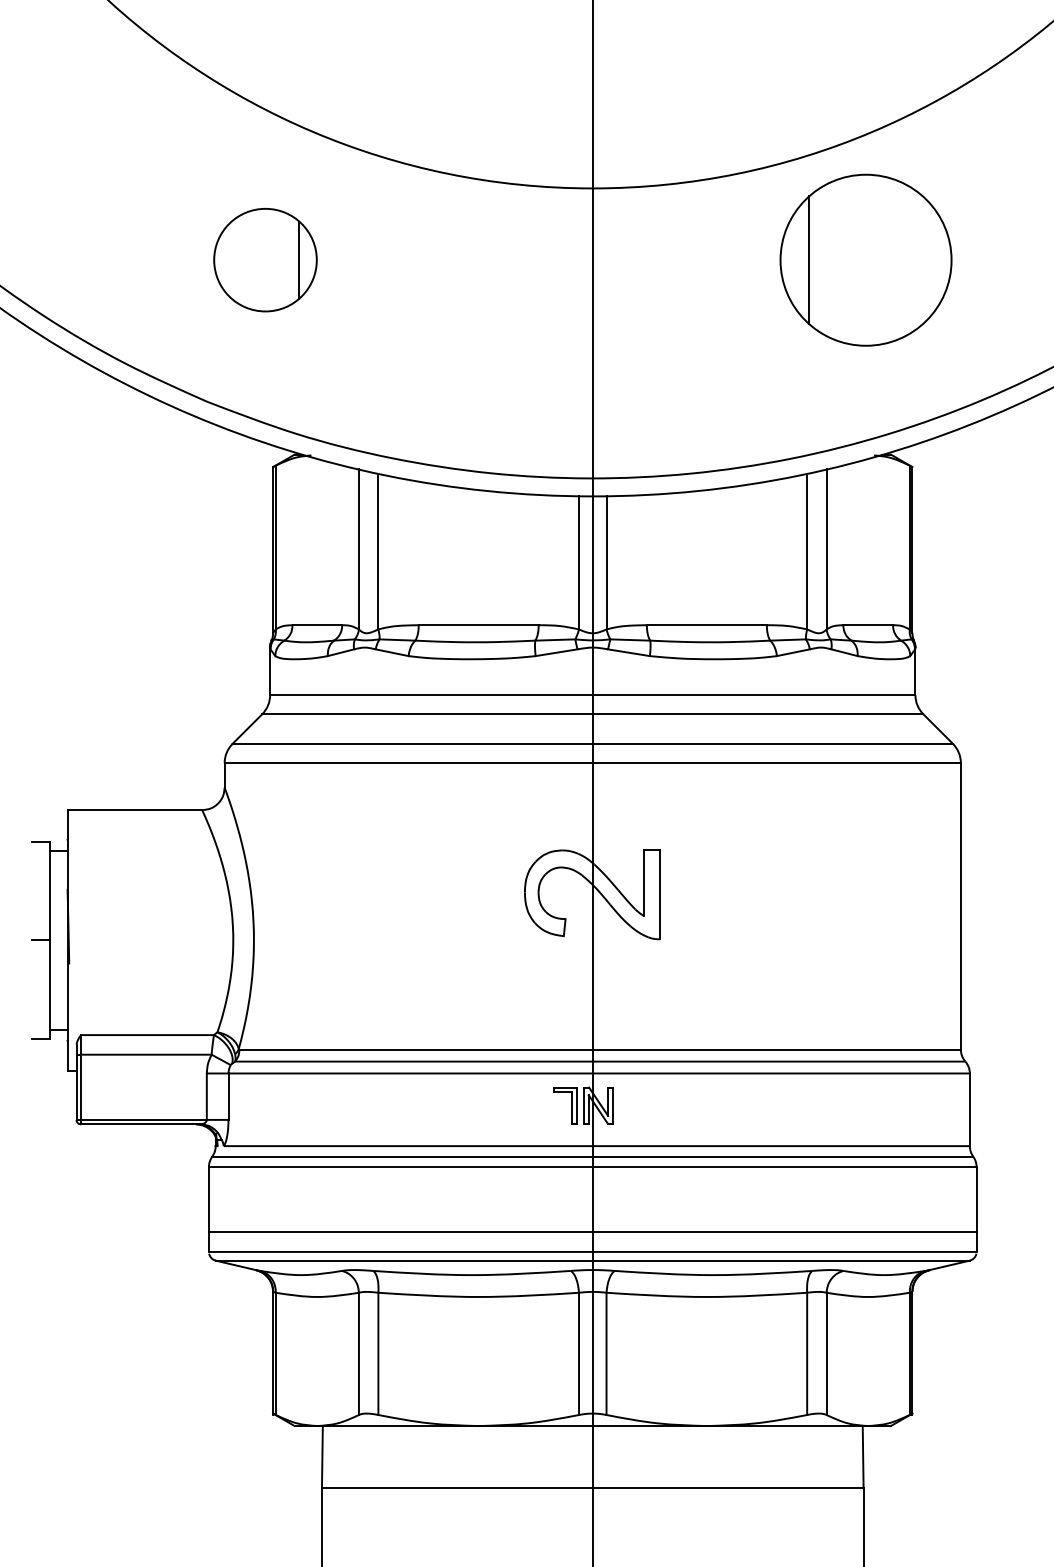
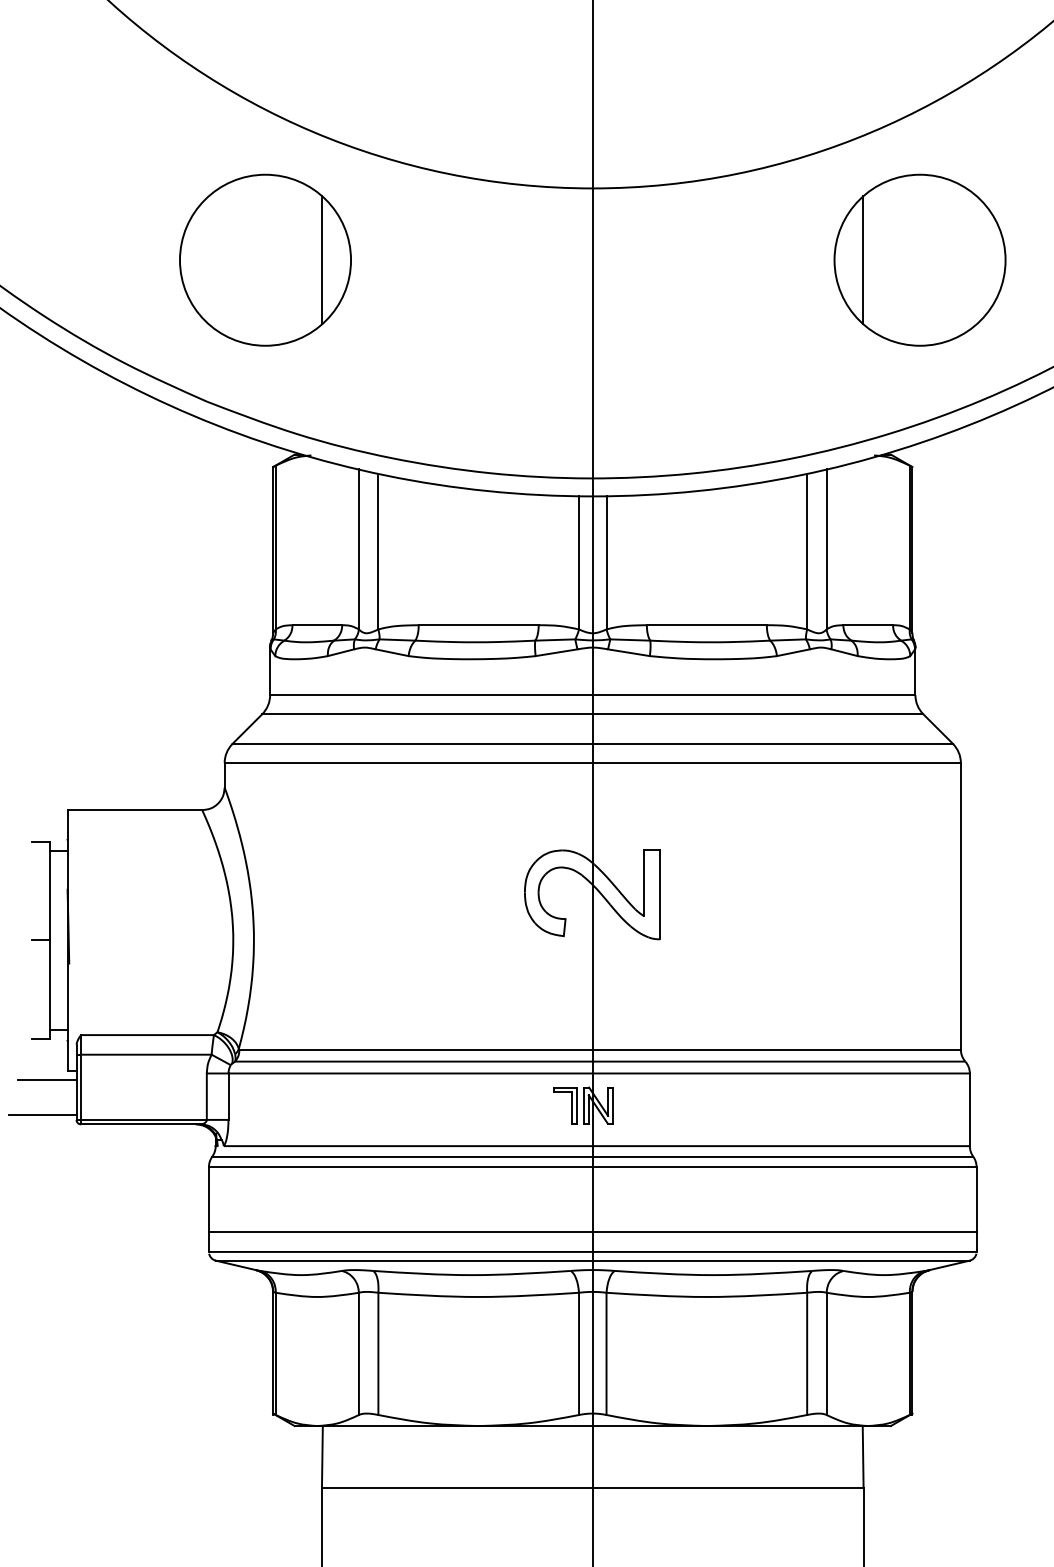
part at (865, 259) position: (865, 259) -> (919, 259)
part at (265, 260) size: 105x105 px -> 173x174 px
line at (47, 1079): none -> present
line at (42, 1115): none -> present
